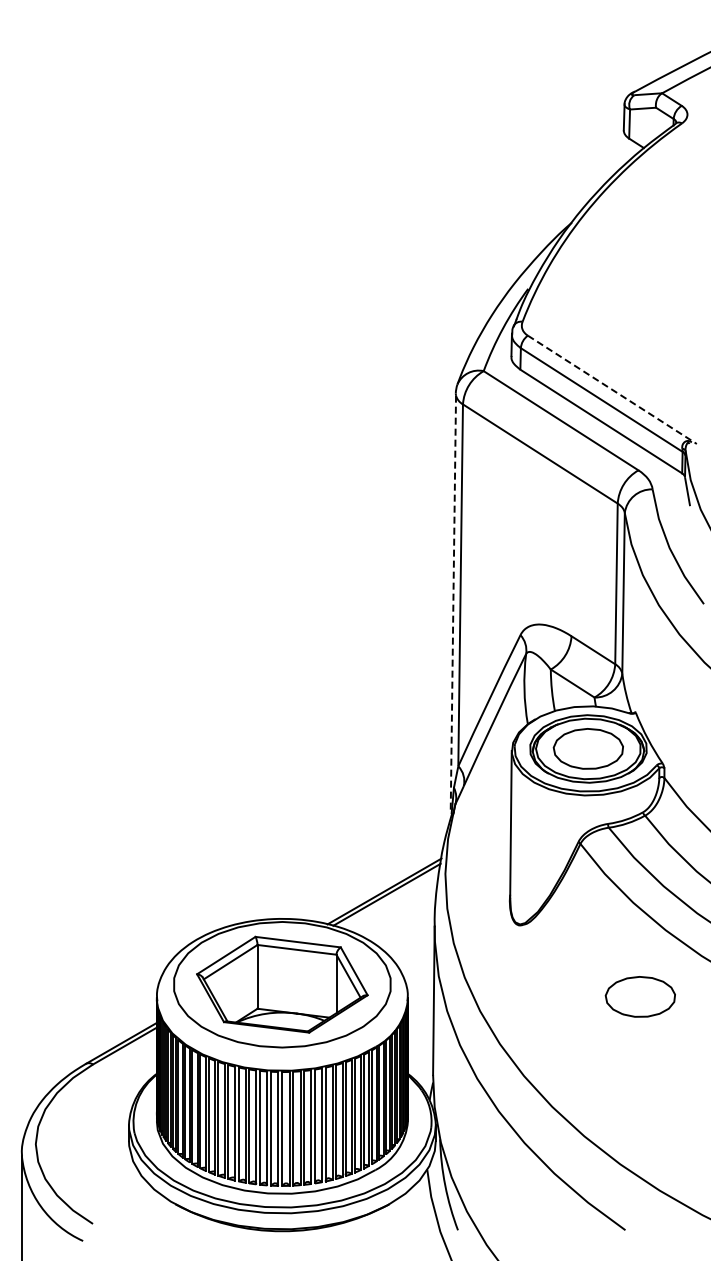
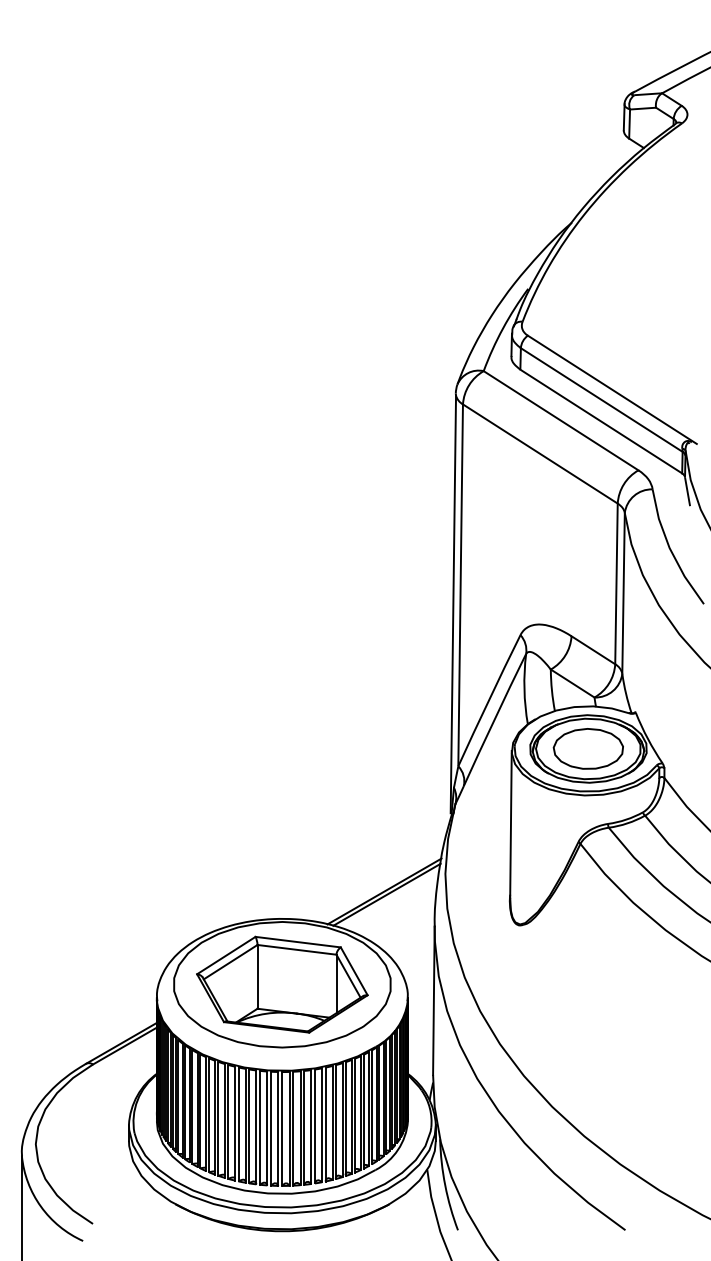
line at (612, 390): dashed -> solid
line at (453, 604): dashed -> solid
part at (639, 996): present -> none
